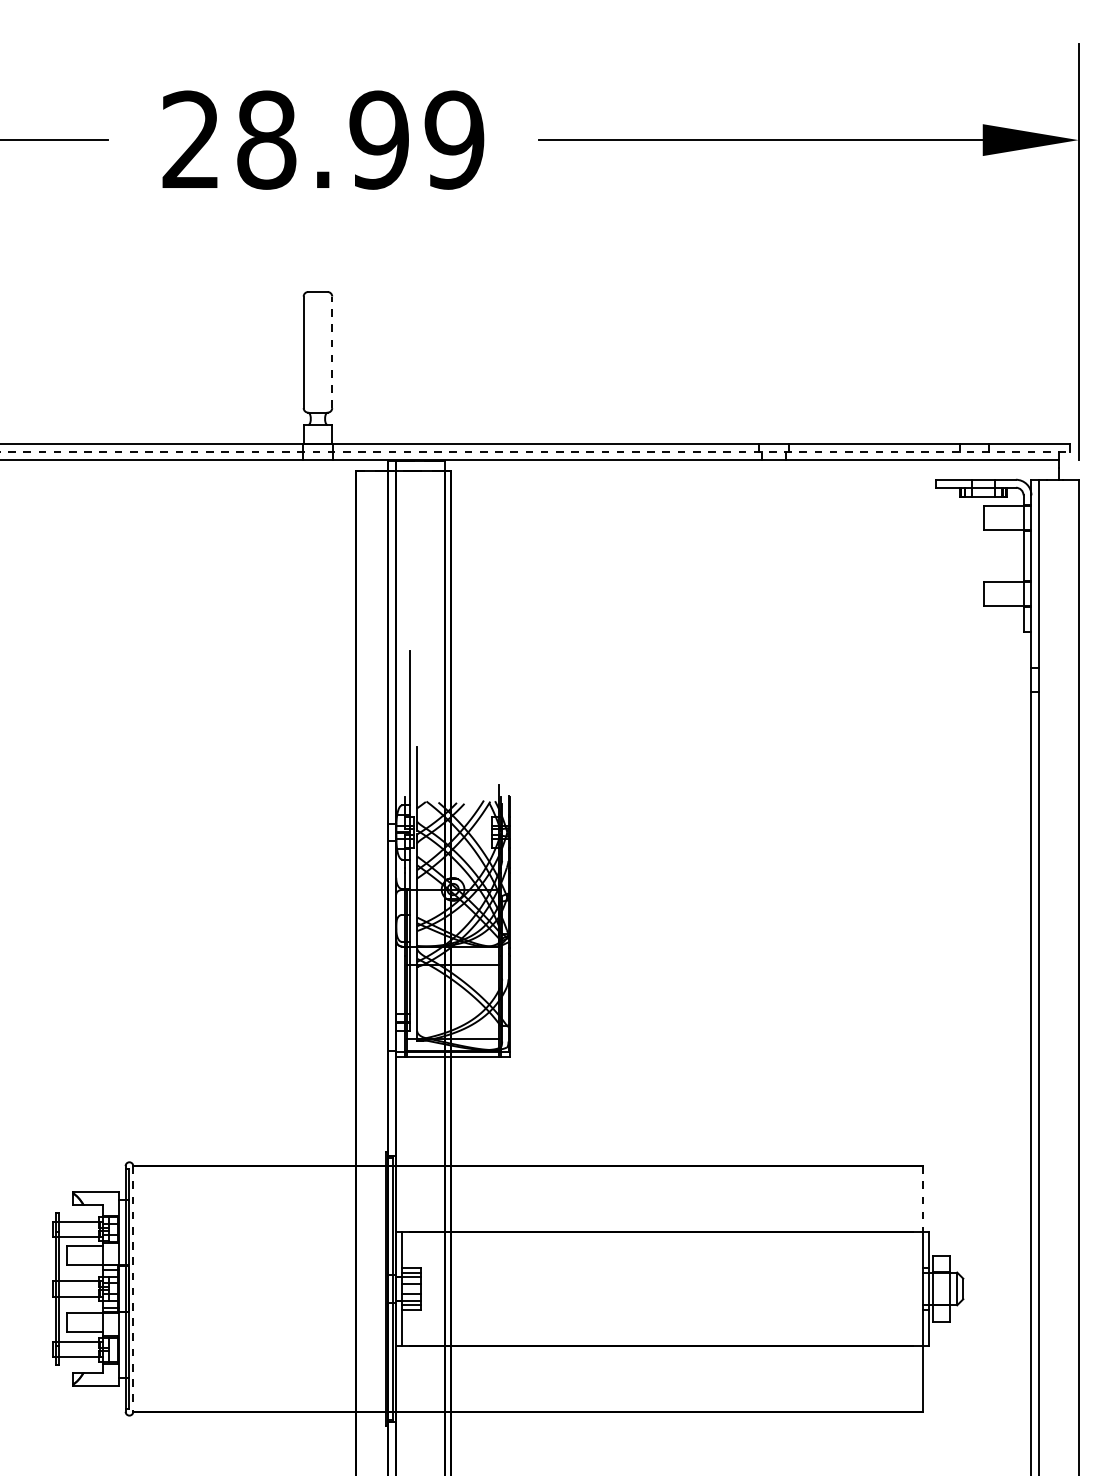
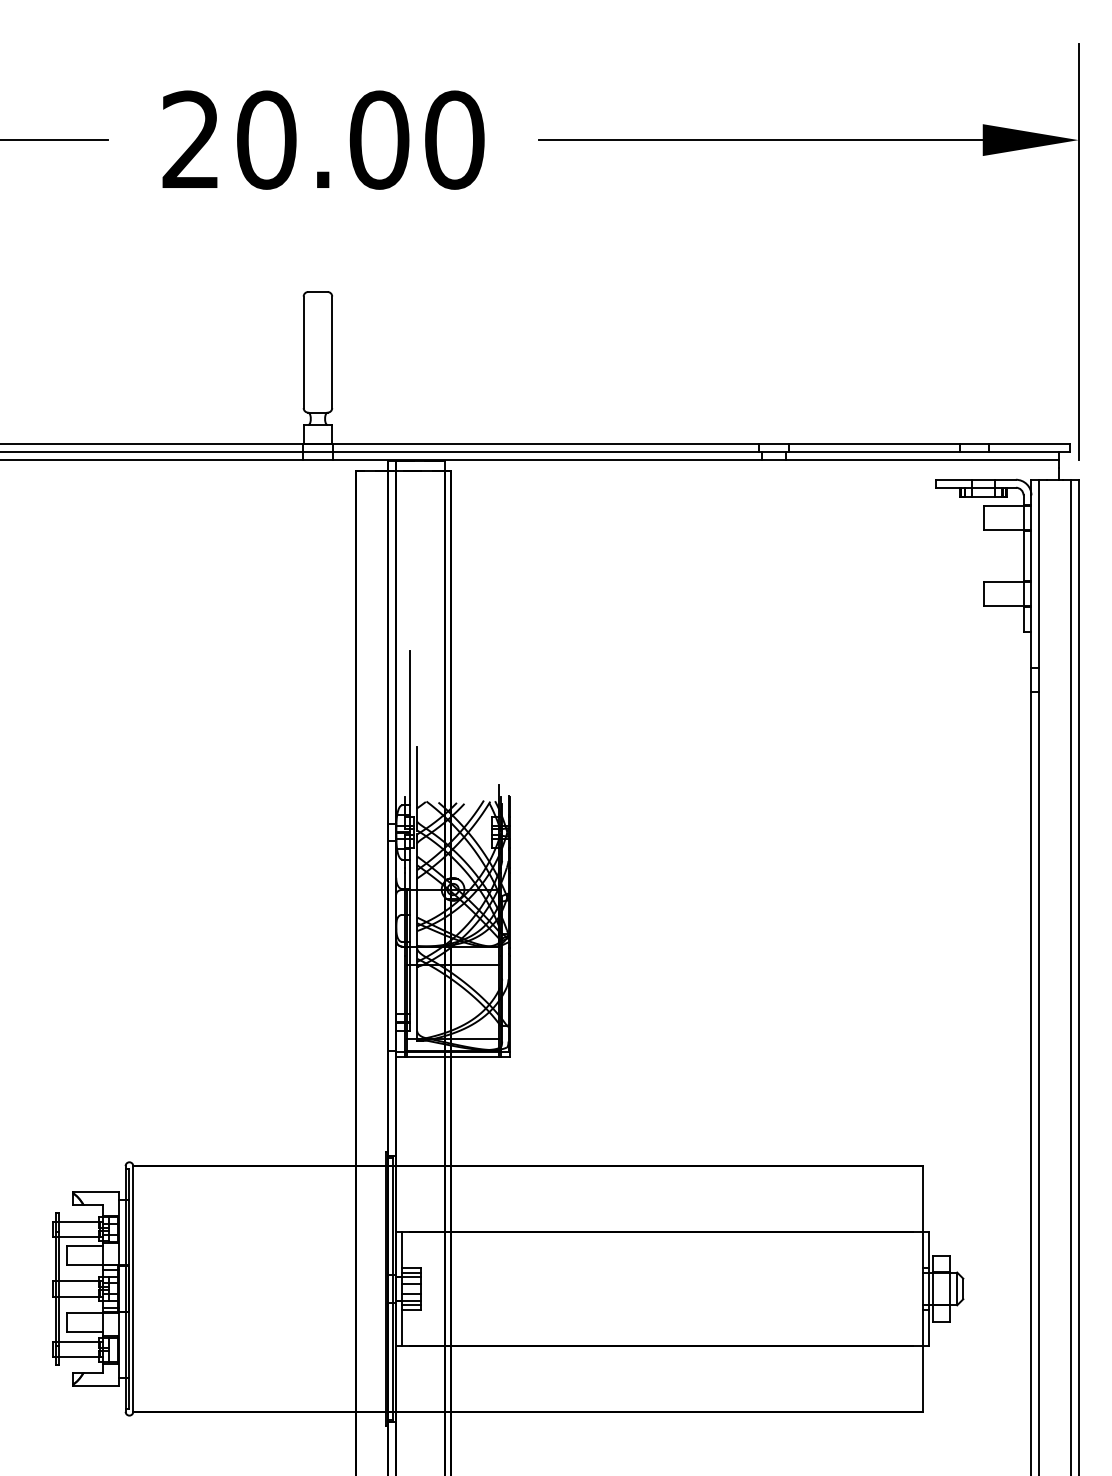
text at (360, 139): 28.99 -> 20.00
line at (332, 352): dashed -> solid
line at (535, 452): dashed -> solid
line at (1070, 975): none -> present
line at (922, 1198): dashed -> solid
line at (133, 1288): dashed -> solid
